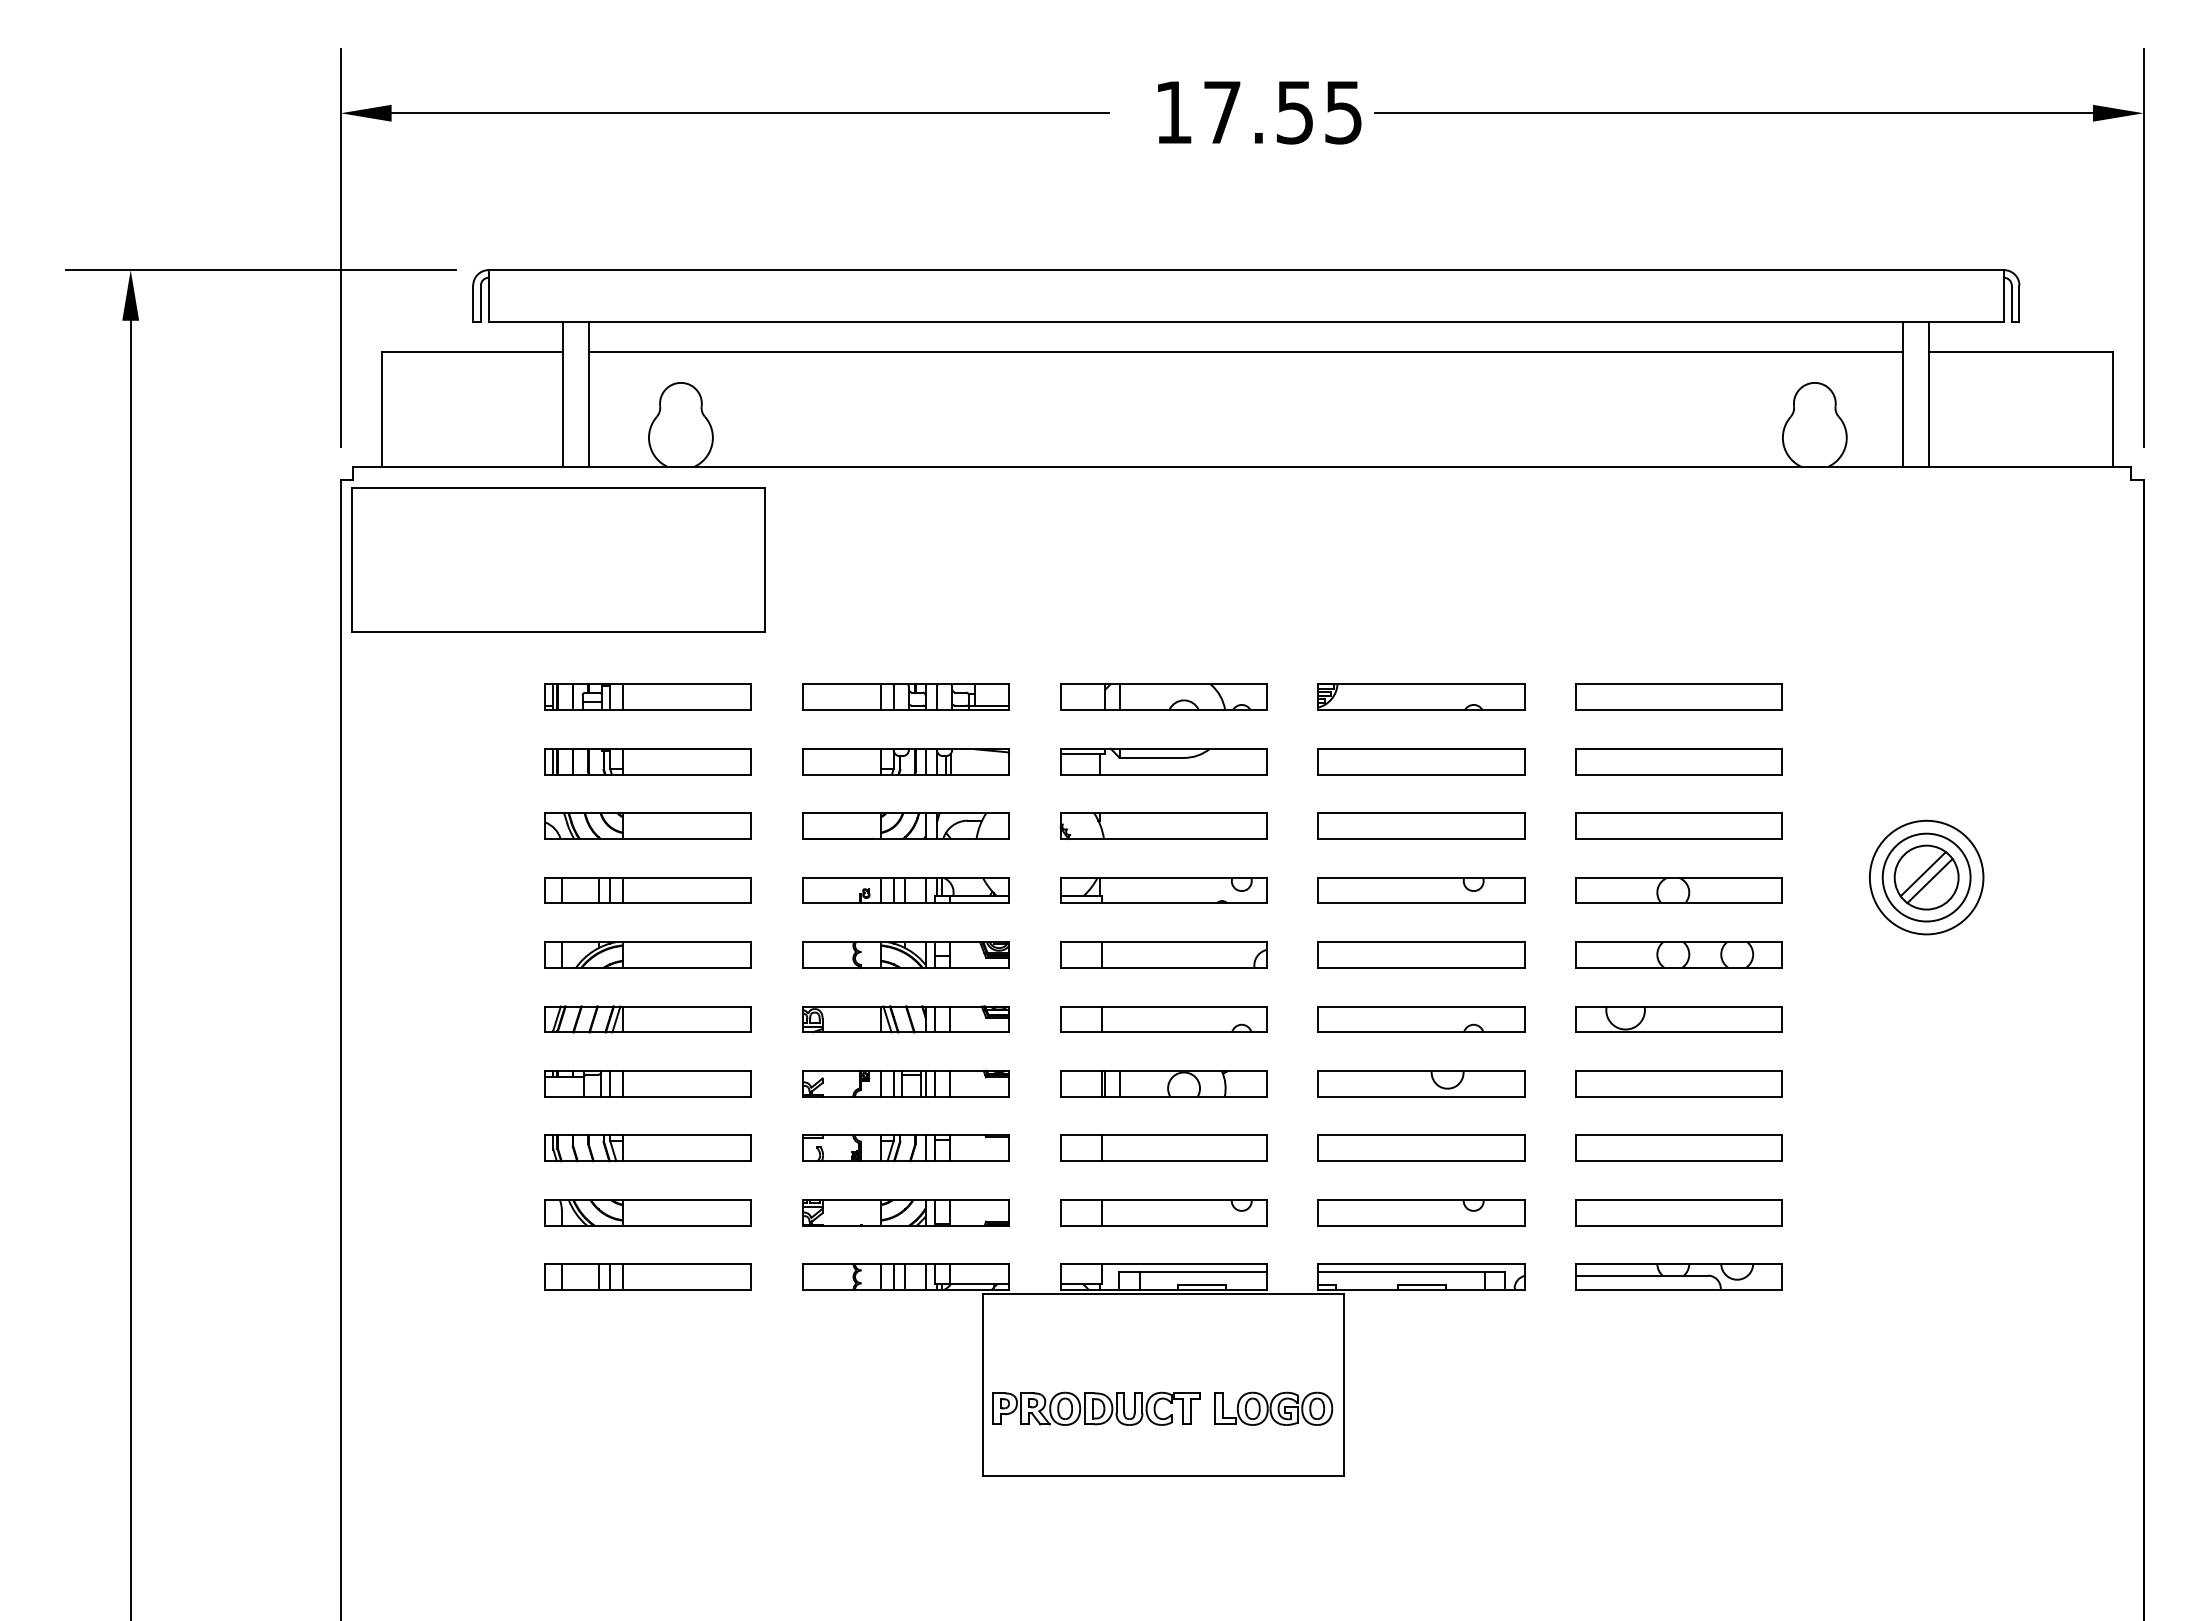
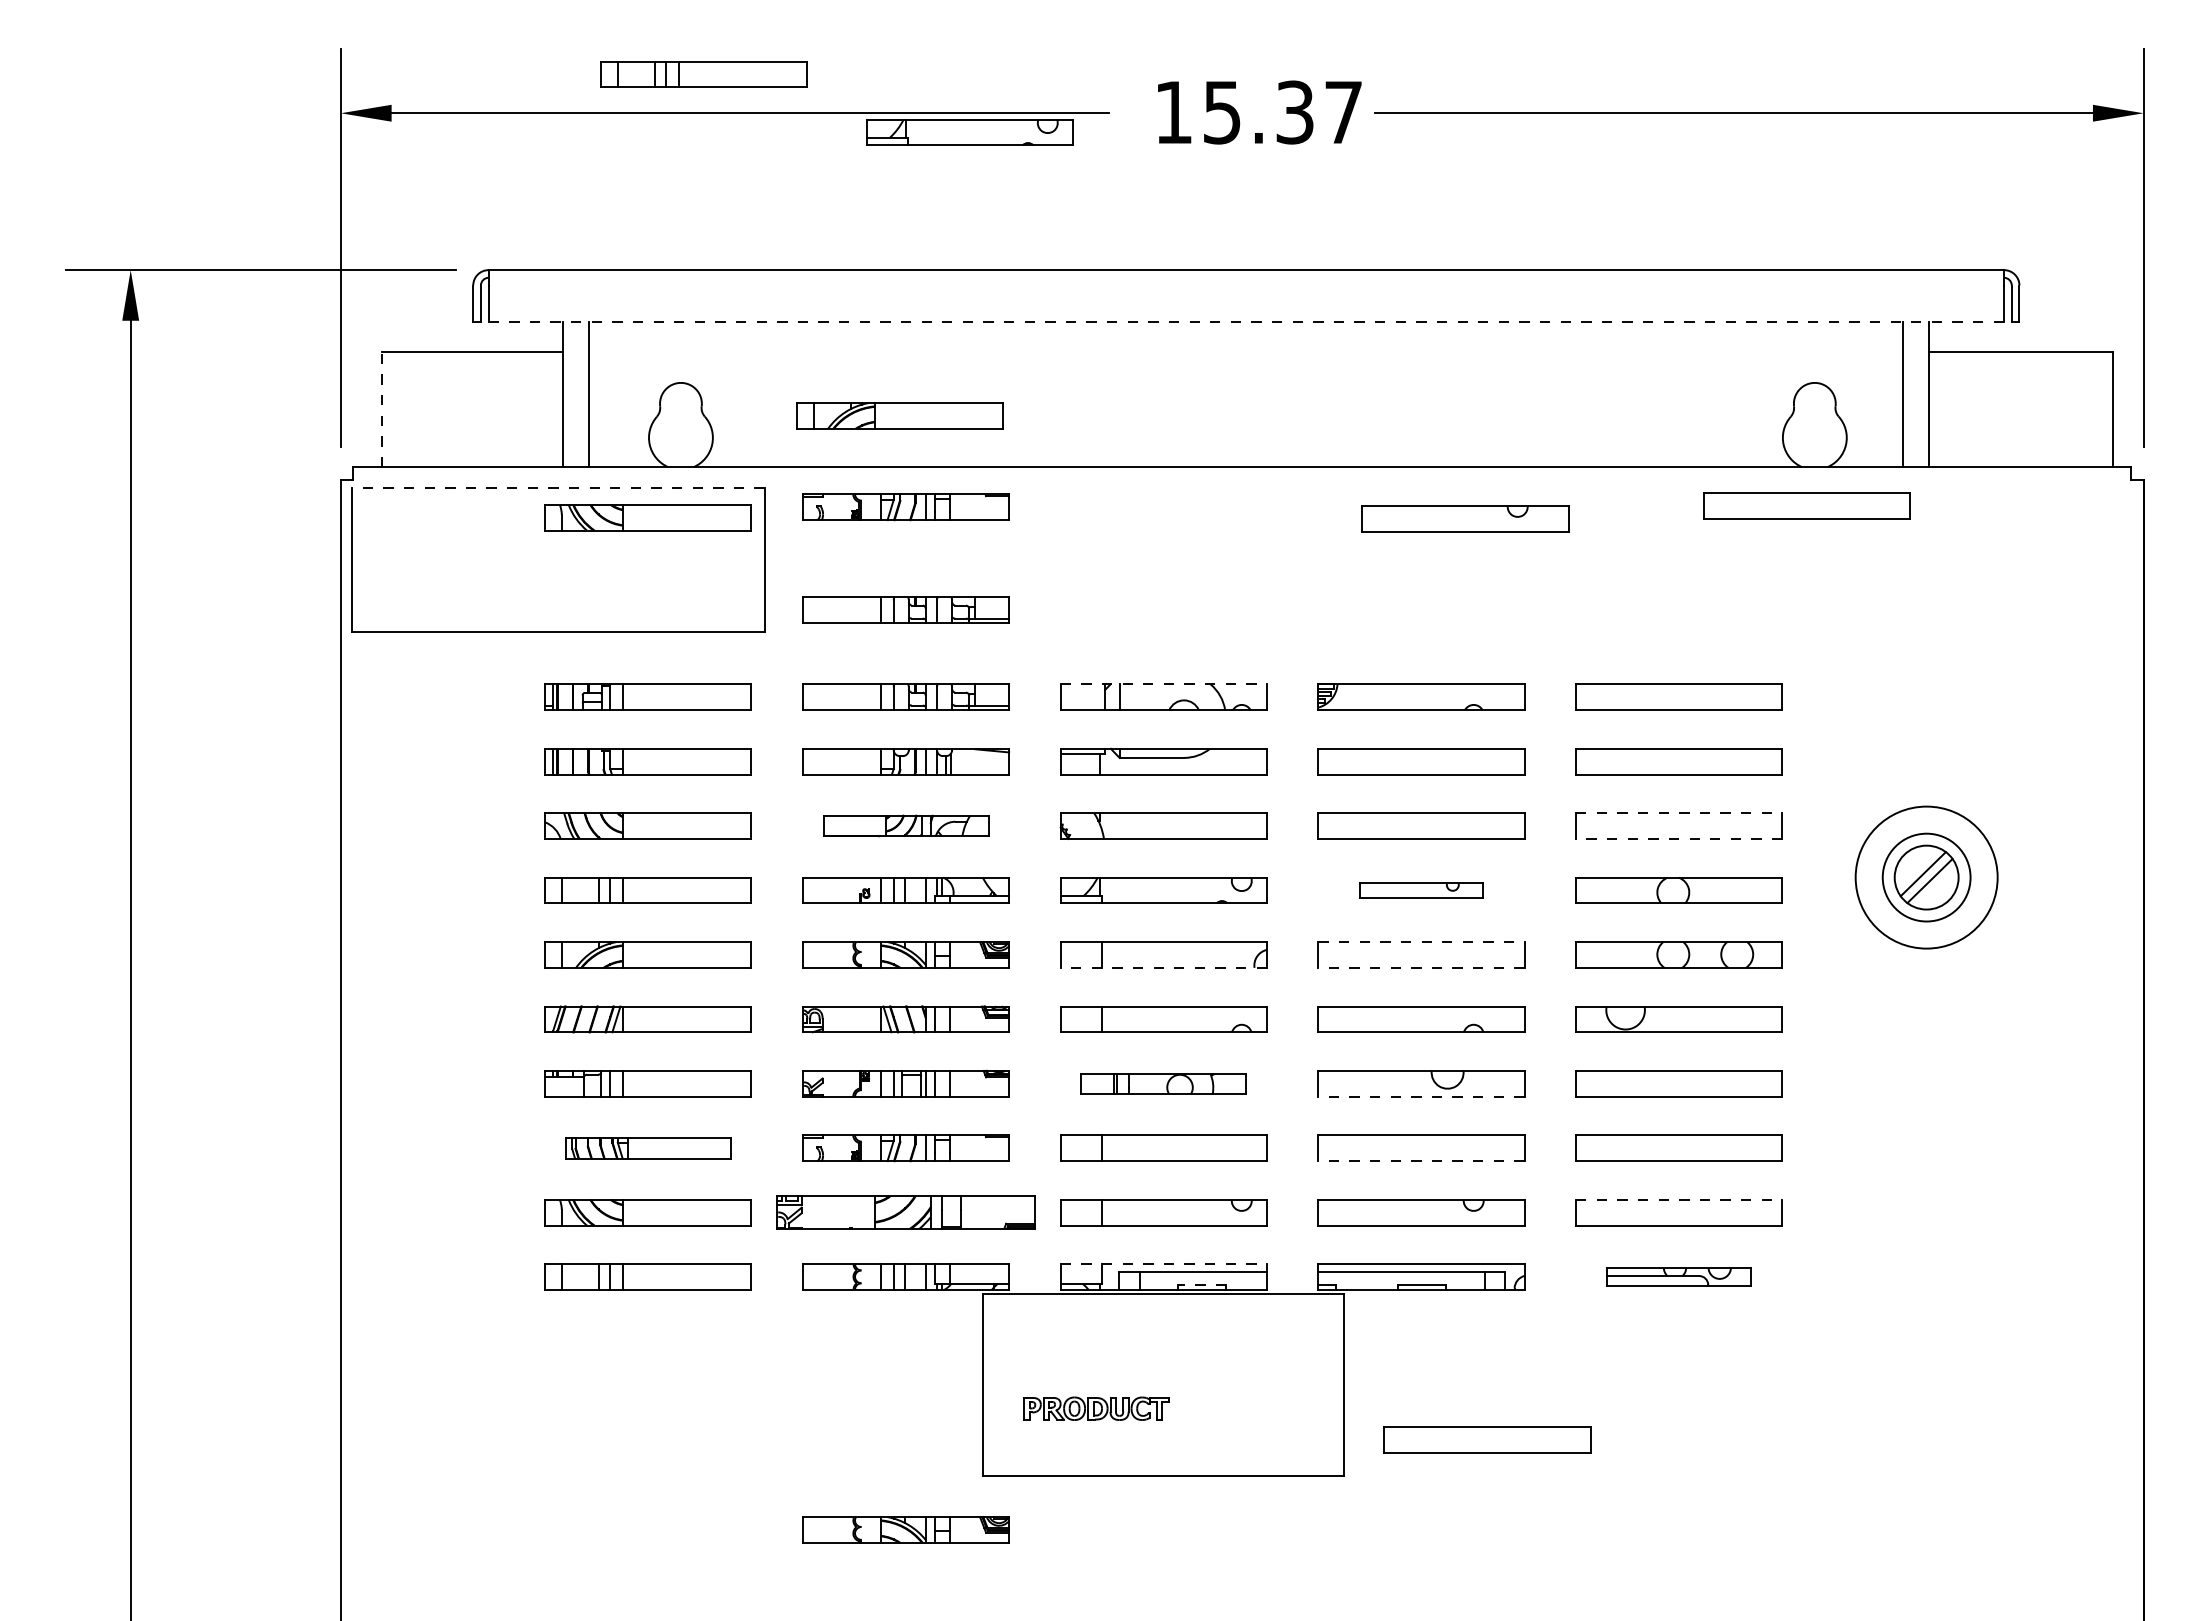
part at (703, 74): none -> present
text at (1282, 112): 17.55 -> 15.37
part at (969, 132): none -> present
line at (1246, 321): solid -> dashed
line at (1246, 352): present -> none
line at (382, 409): solid -> dashed
part at (899, 415): none -> present
line at (558, 487): solid -> dashed
part at (1806, 505): none -> present
part at (905, 507): none -> present
part at (647, 517): none -> present
part at (1465, 518): none -> present
part at (905, 609): none -> present
line at (1164, 684): solid -> dashed
line at (1679, 813): solid -> dashed
part at (905, 825) size: 208x28 px -> 167x24 px
line at (1678, 839): solid -> dashed
circle at (1926, 877) diameter: 114 px -> 142 px
part at (1421, 890) size: 209x27 px -> 125x17 px
line at (1422, 942): solid -> dashed
line at (1163, 967): solid -> dashed
line at (1421, 967): solid -> dashed
part at (1163, 1083) size: 208x28 px -> 167x22 px
line at (1421, 1096): solid -> dashed
part at (647, 1148) size: 208x29 px -> 167x23 px
line at (1421, 1161): solid -> dashed
line at (1679, 1199): solid -> dashed
part at (905, 1212) size: 208x28 px -> 260x35 px
line at (1164, 1264): solid -> dashed
part at (1678, 1276) size: 208x28 px -> 146x20 px
line at (1201, 1284): solid -> dashed
part at (1096, 1408) size: 209x35 px -> 147x25 px
part at (1273, 1408): present -> none
part at (1487, 1439): none -> present
part at (905, 1529): none -> present
